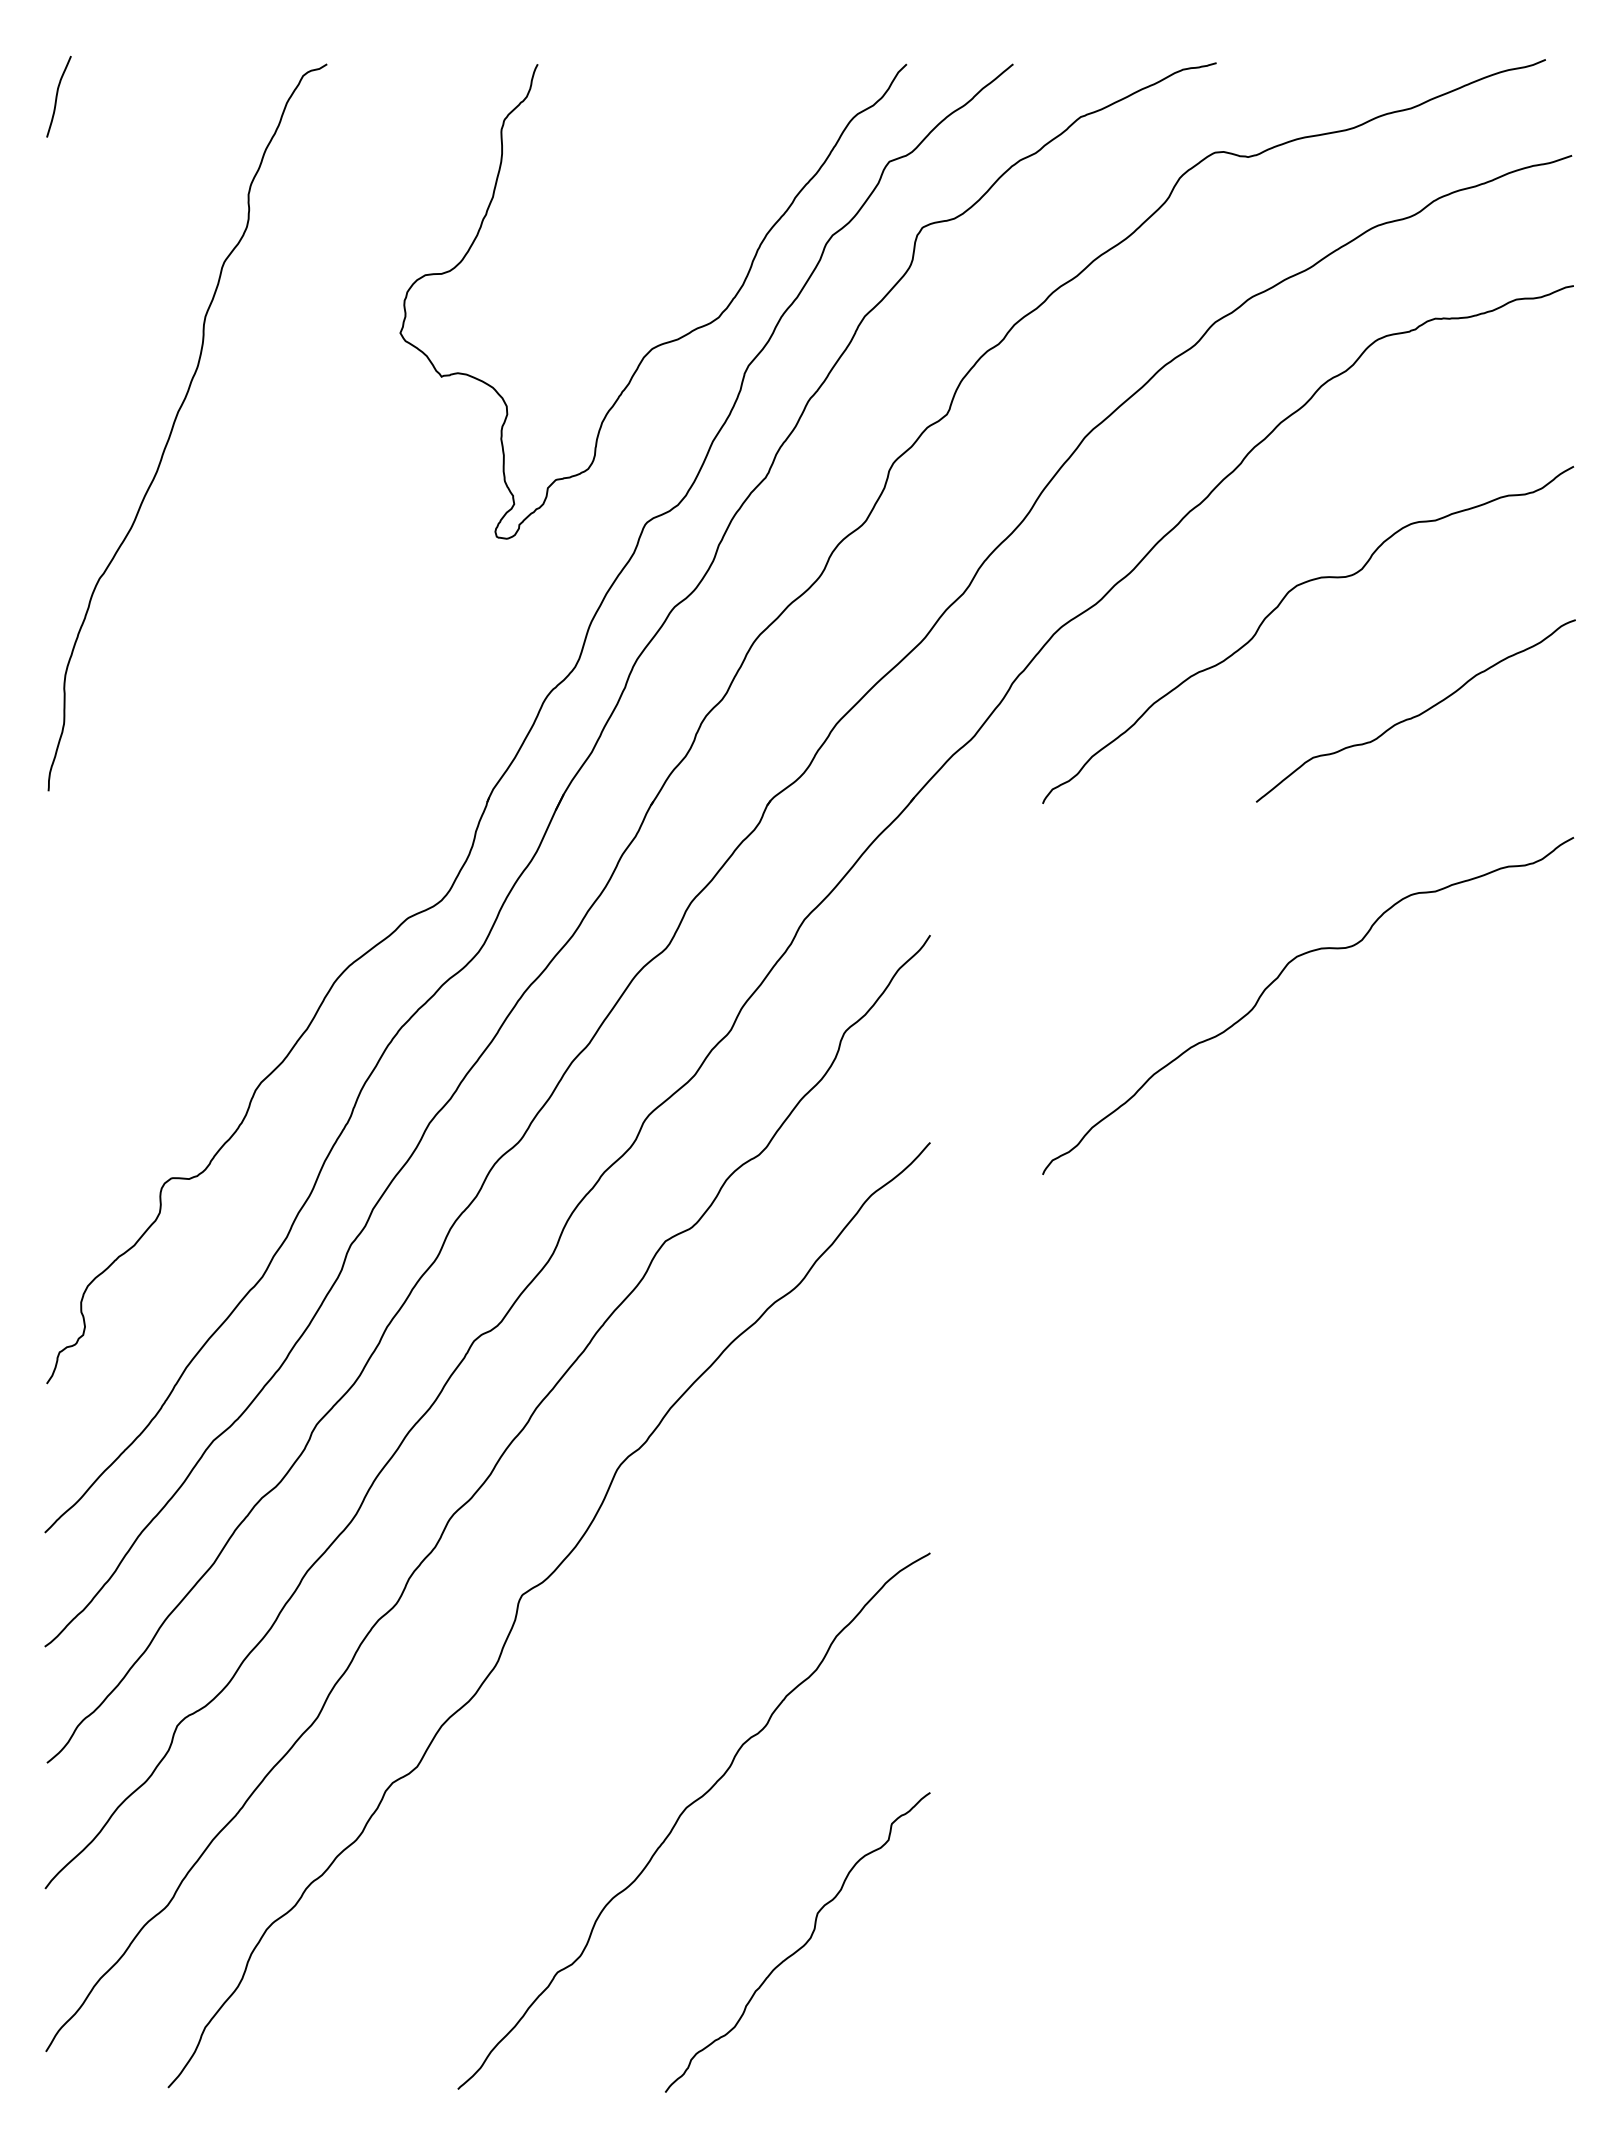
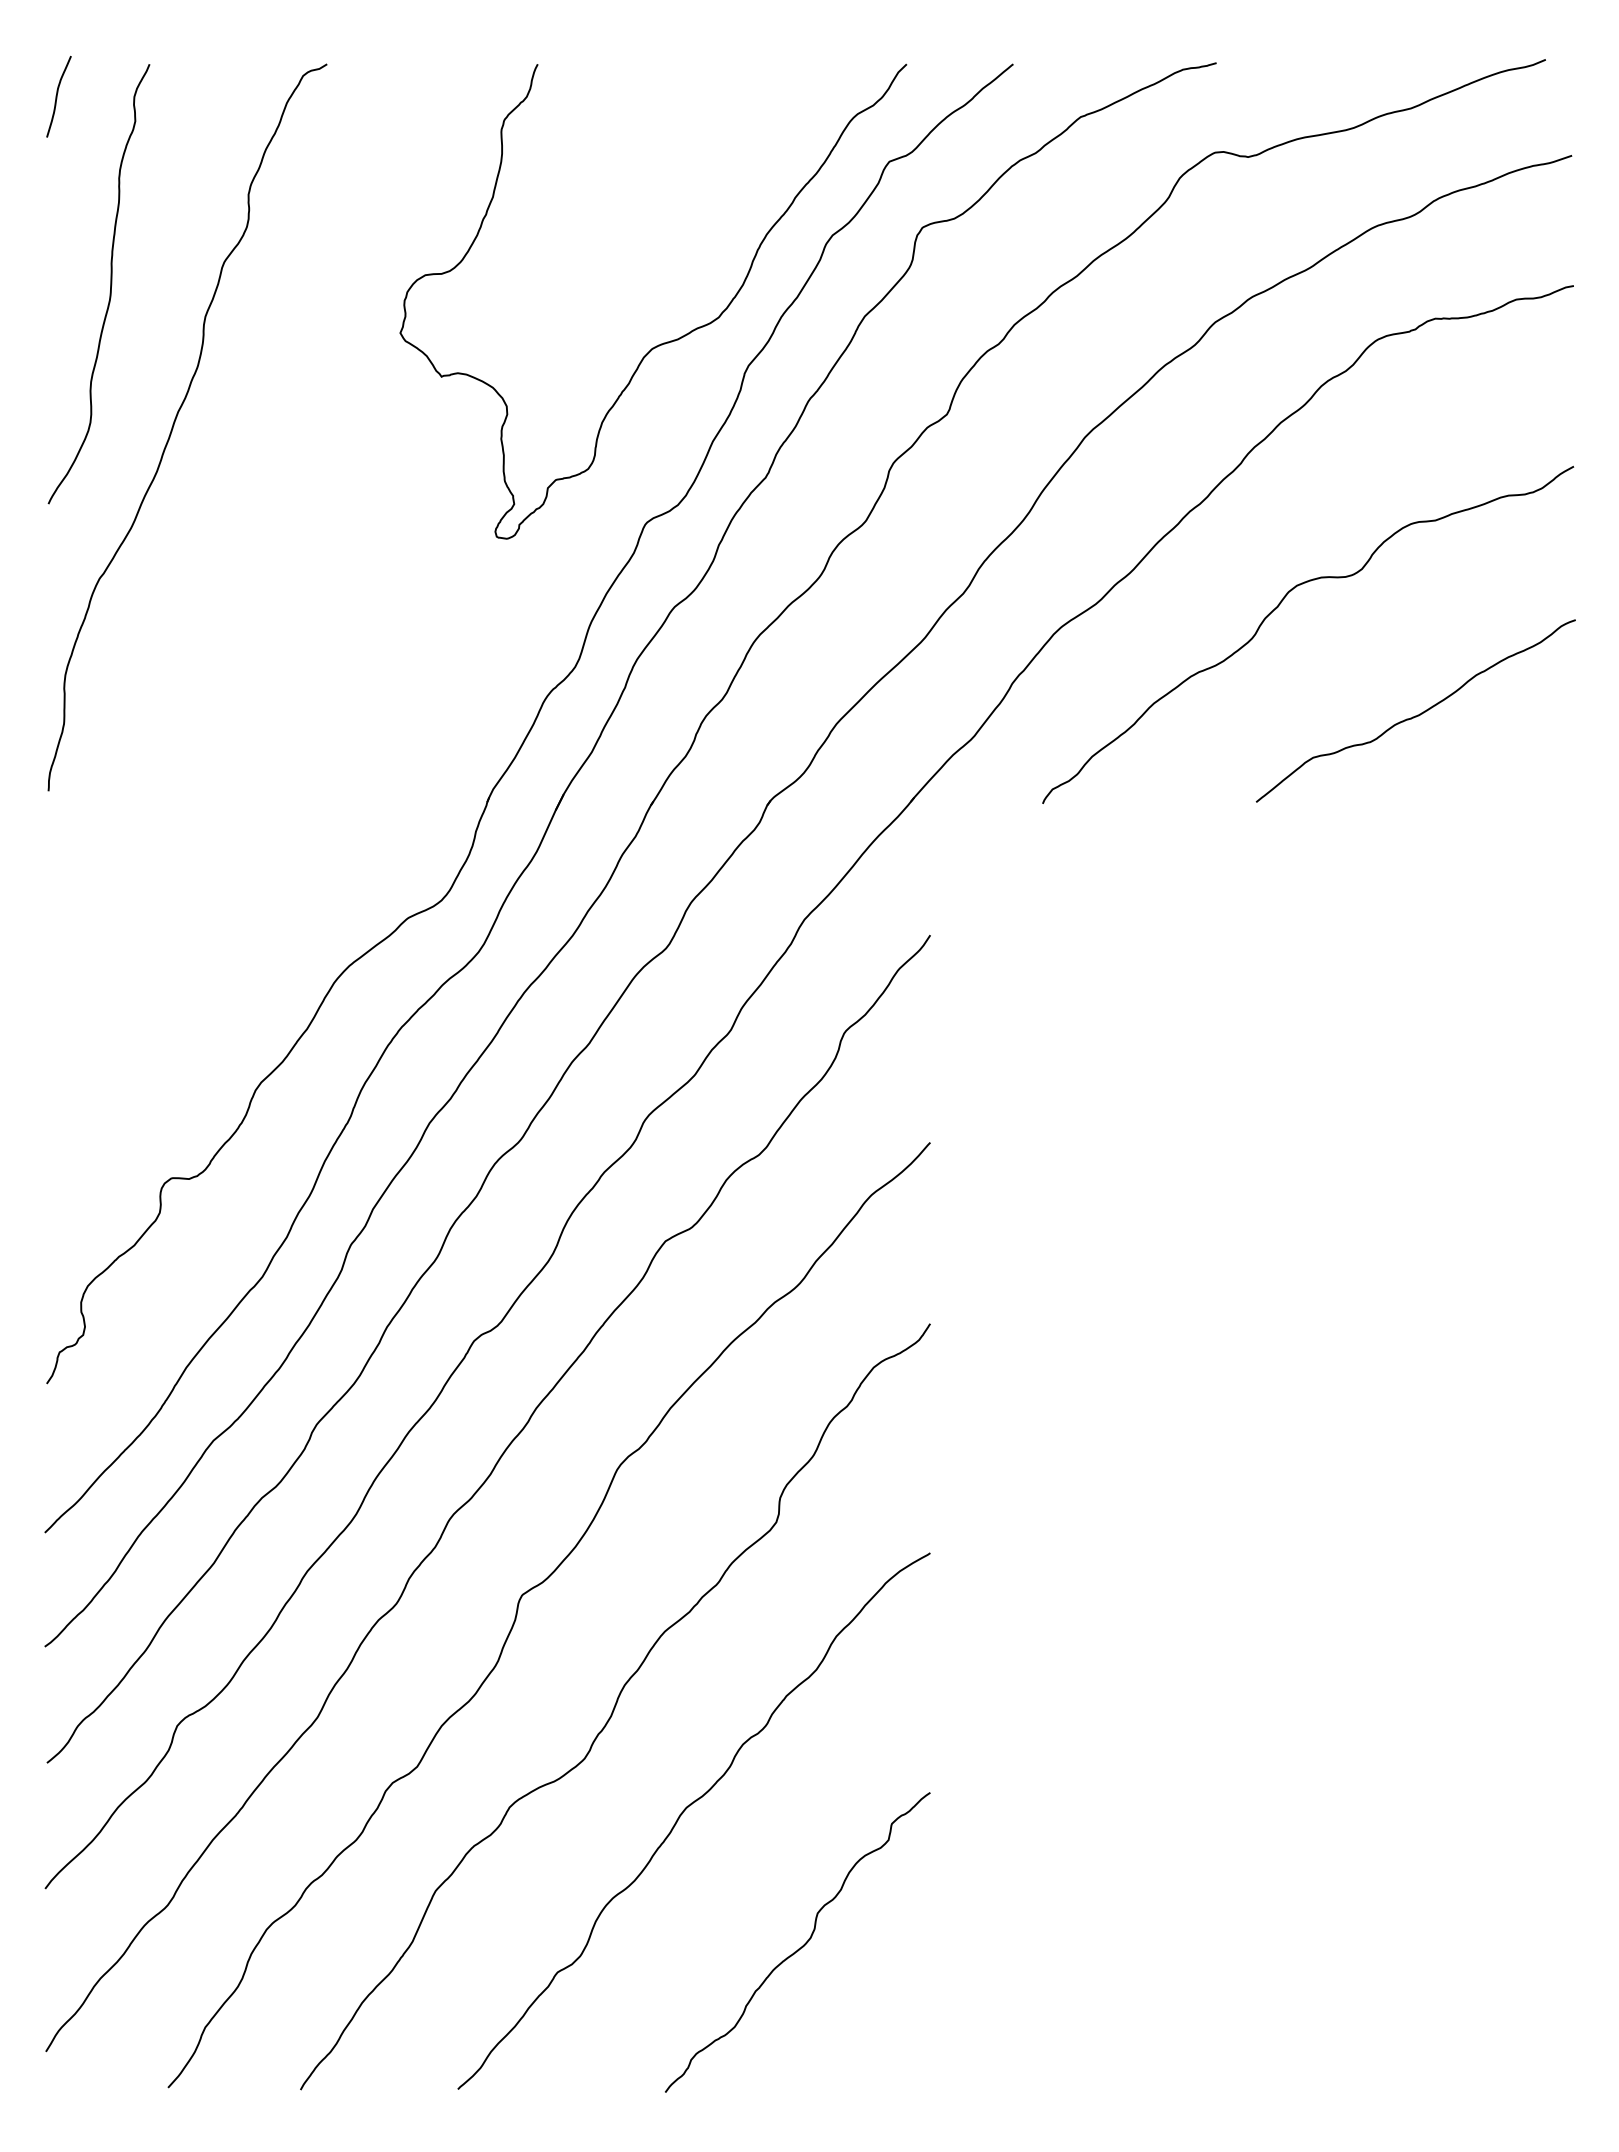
curve at (110, 284): none -> present
curve at (1278, 978): present -> none
curve at (615, 1706): none -> present
